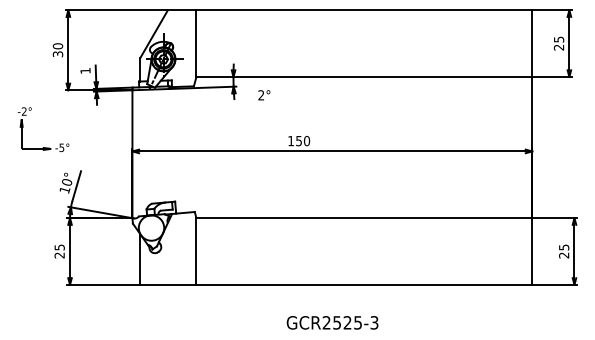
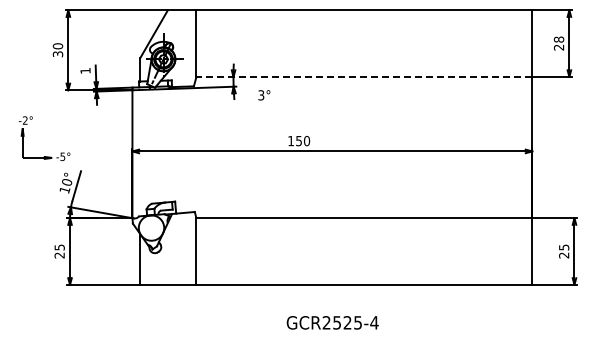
text at (558, 39): 25 -> 28
line at (364, 76): solid -> dashed
text at (261, 95): 2° -> 3°
part at (43, 147) position: (43, 147) -> (44, 156)
text at (374, 322): GCR2525-3 -> GCR2525-4
